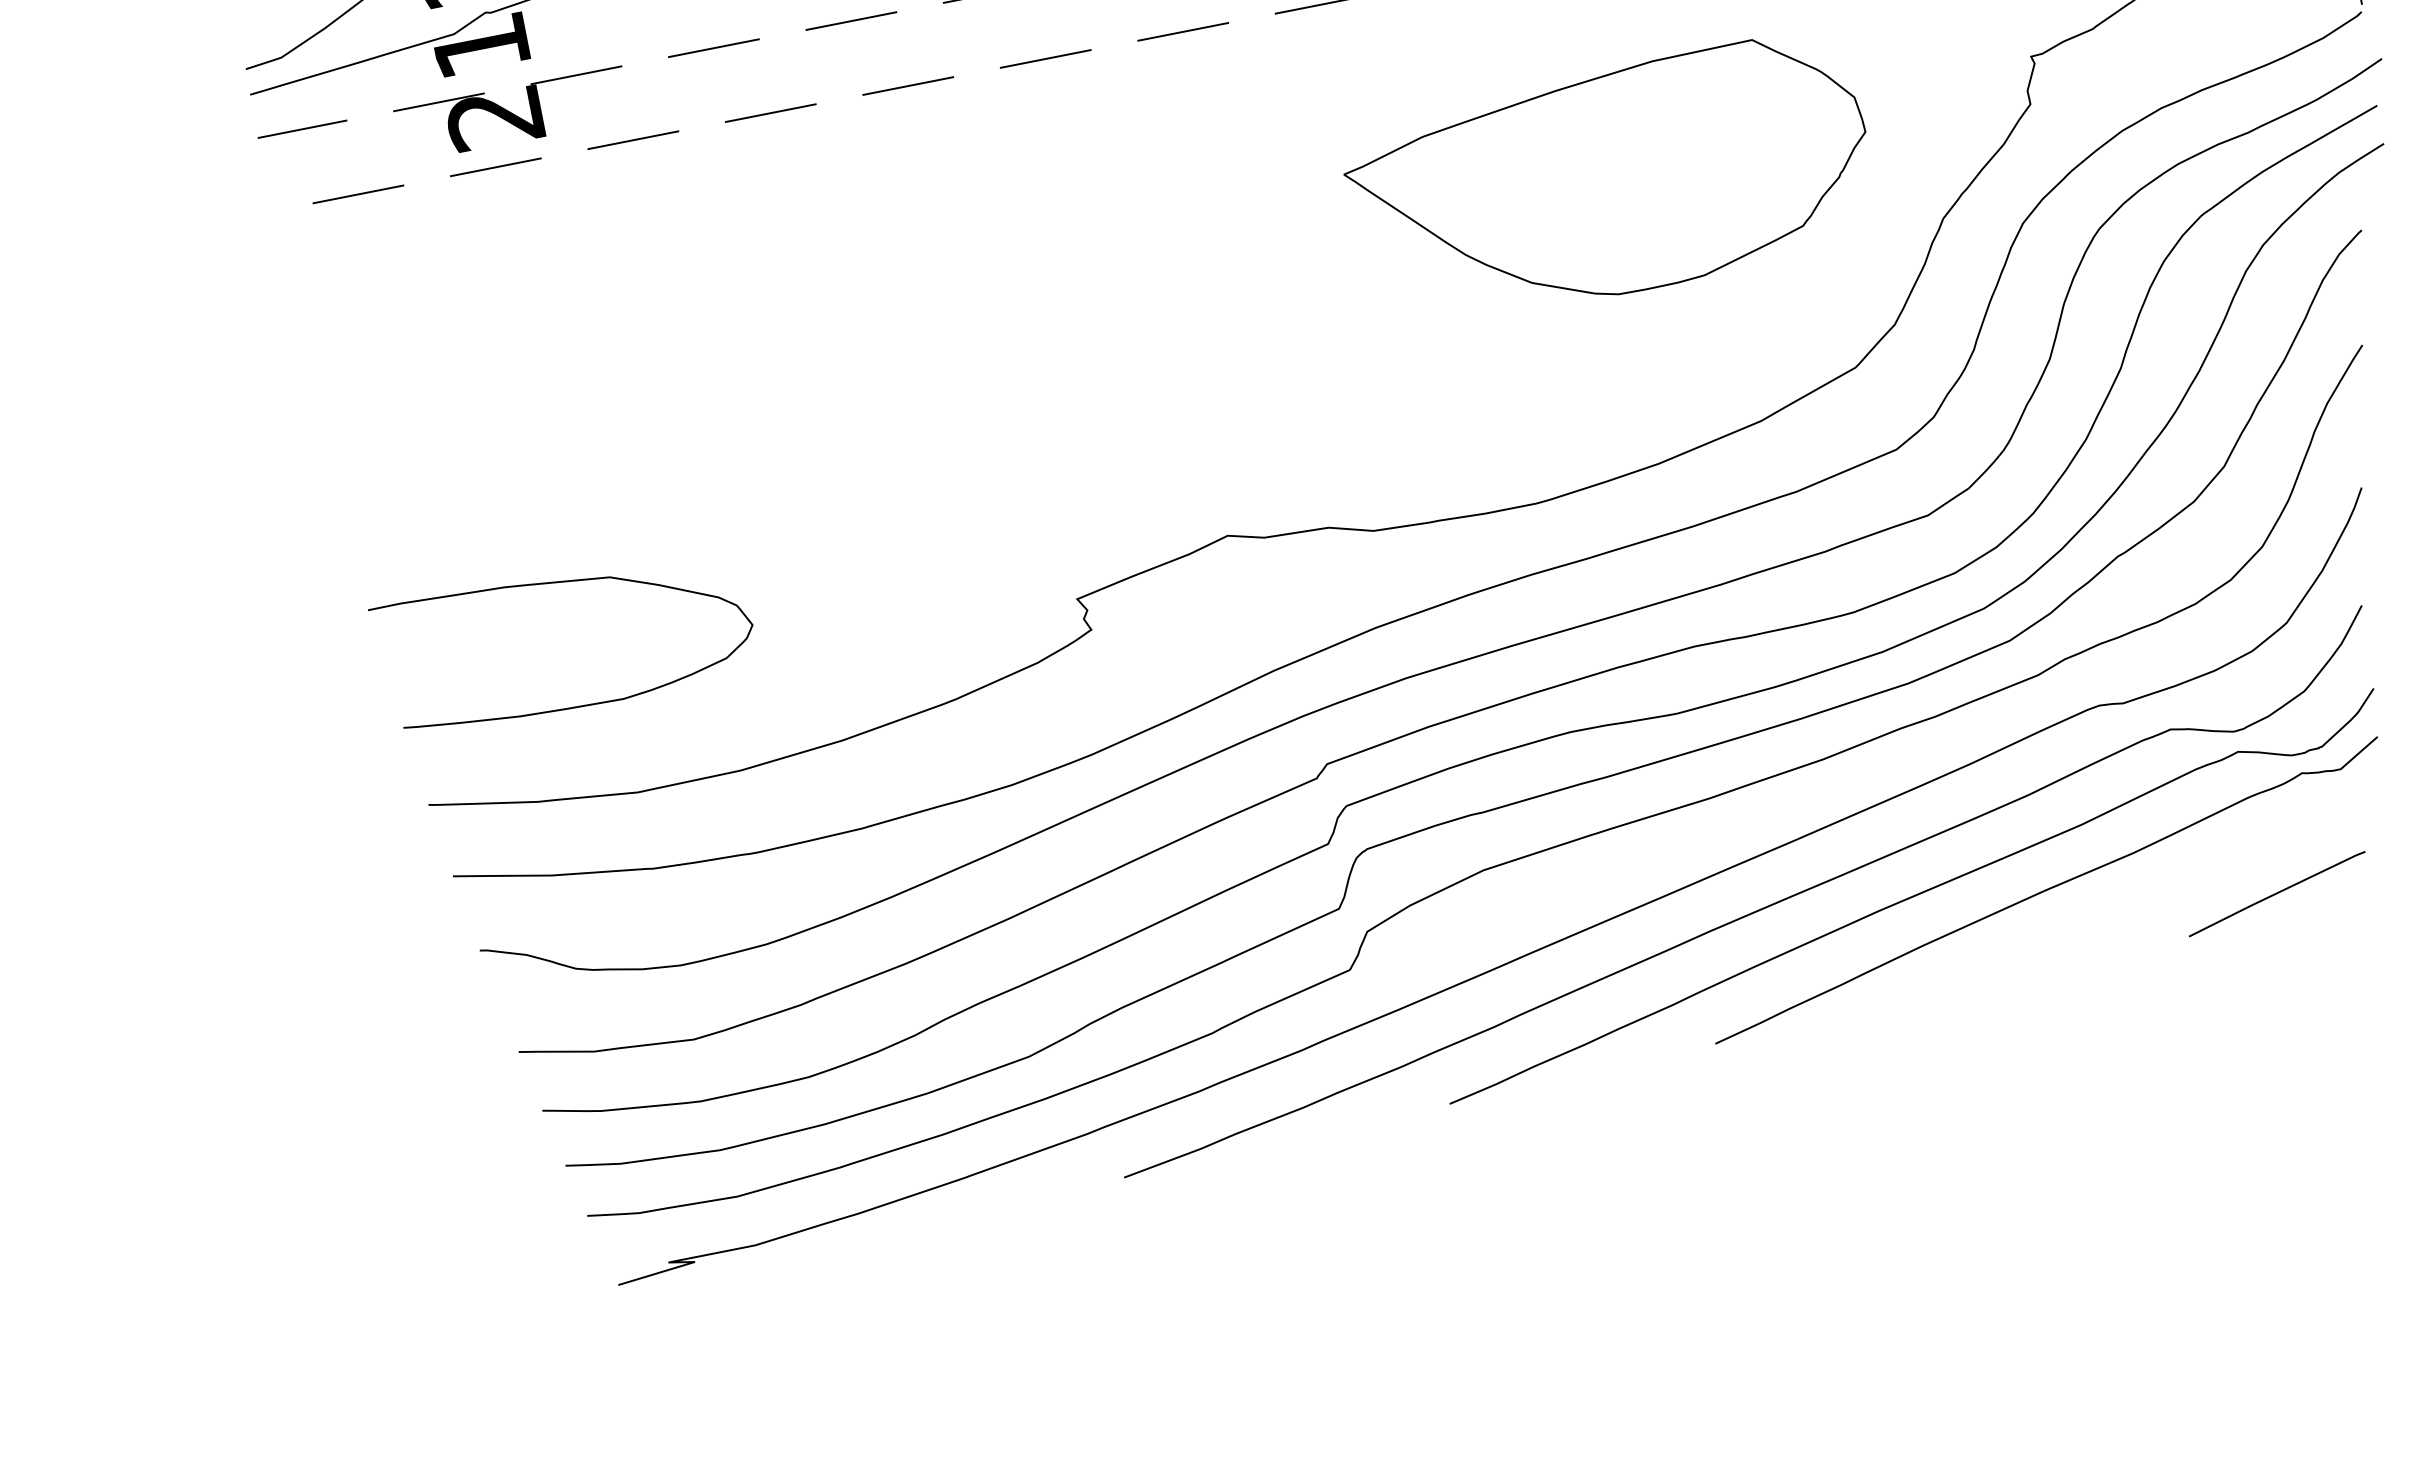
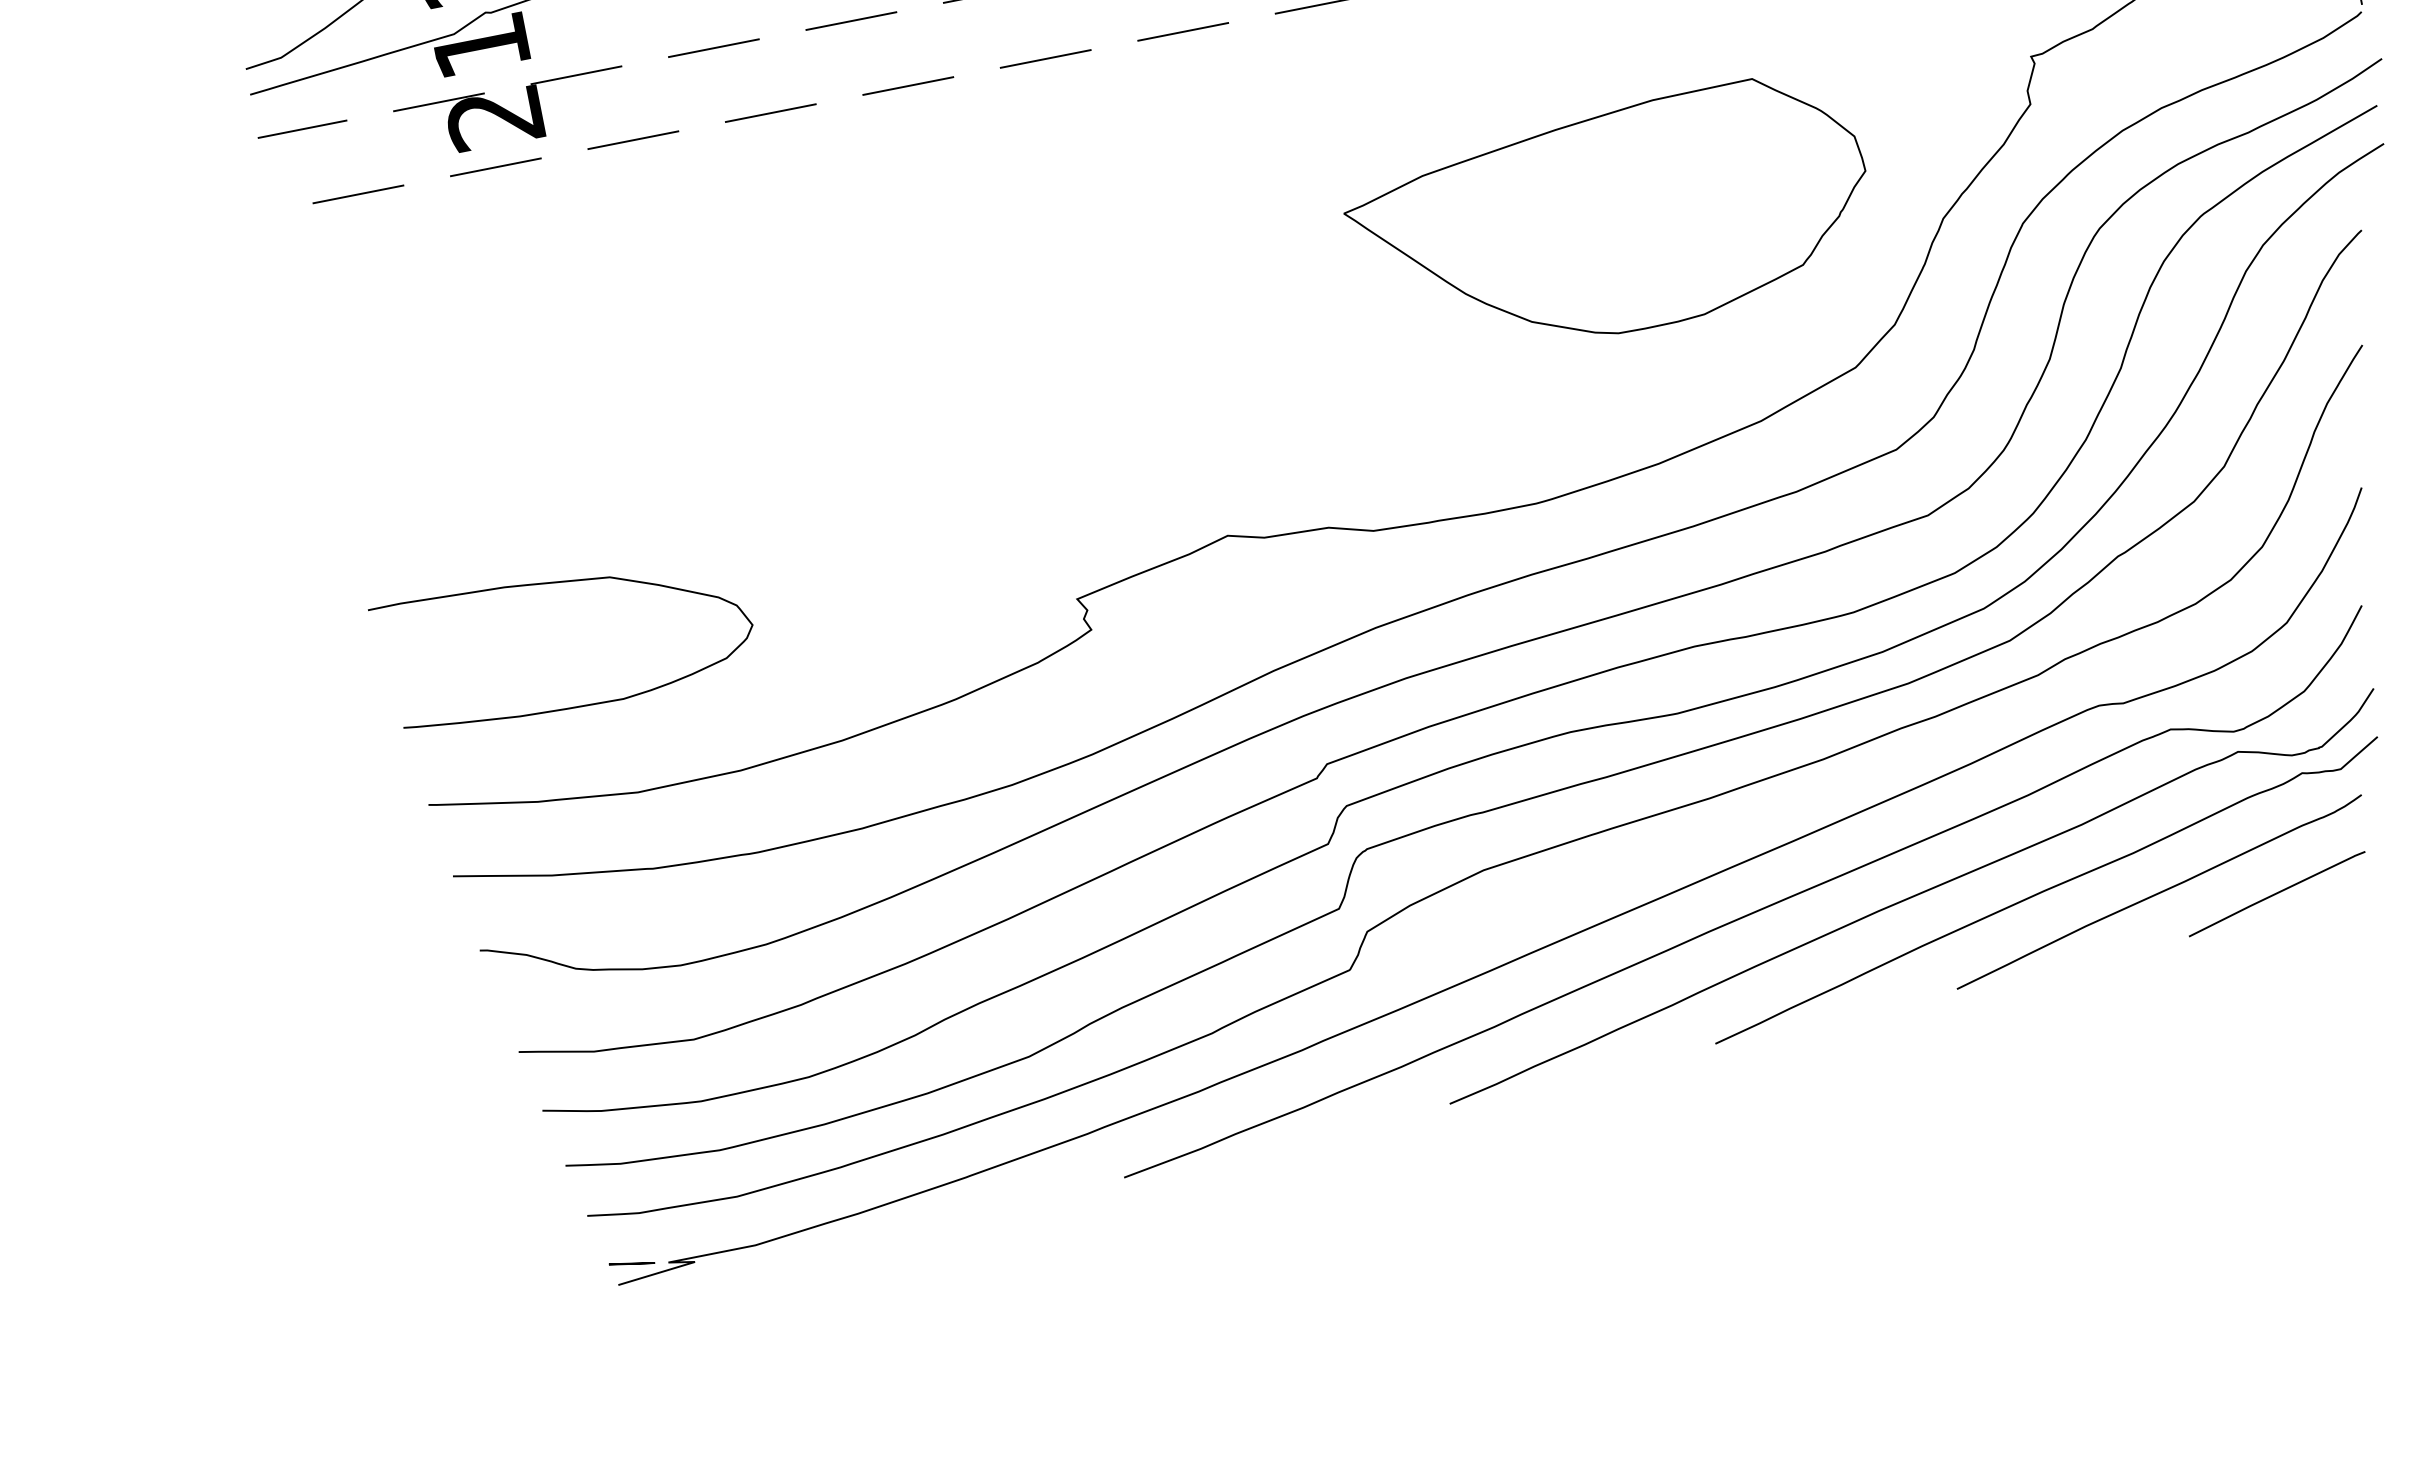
part at (1604, 167) position: (1604, 167) -> (1604, 206)
curve at (2158, 892): none -> present
line at (631, 1263): none -> present
